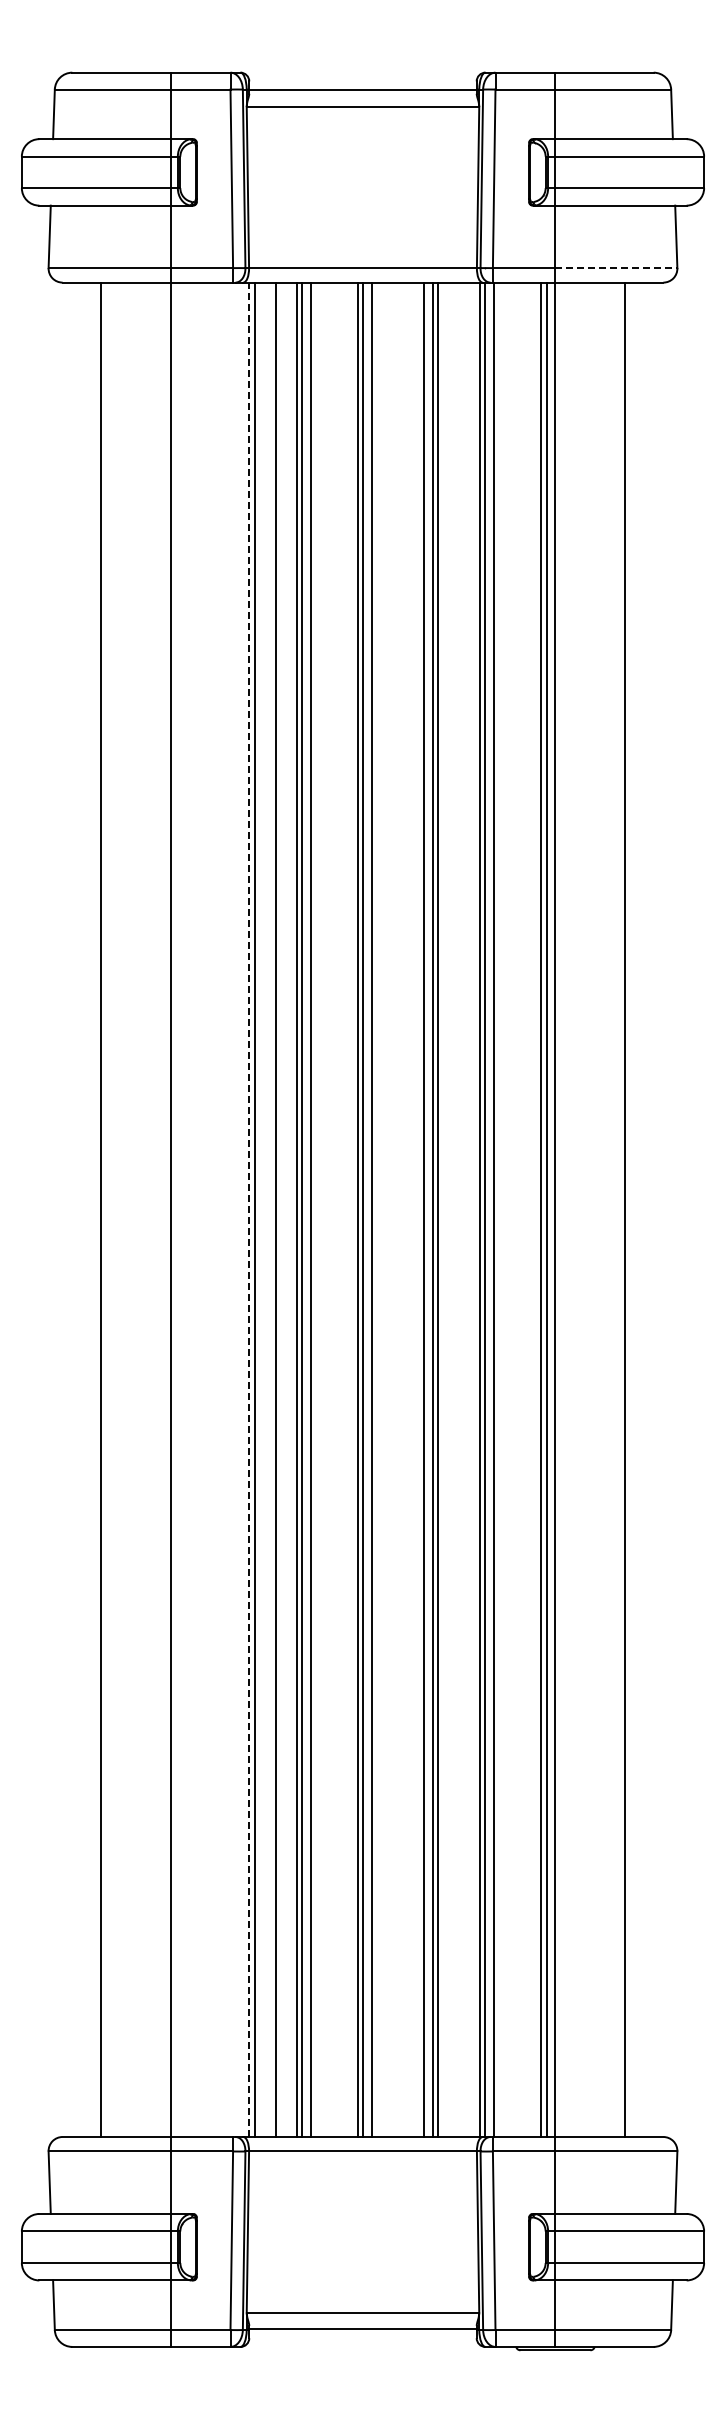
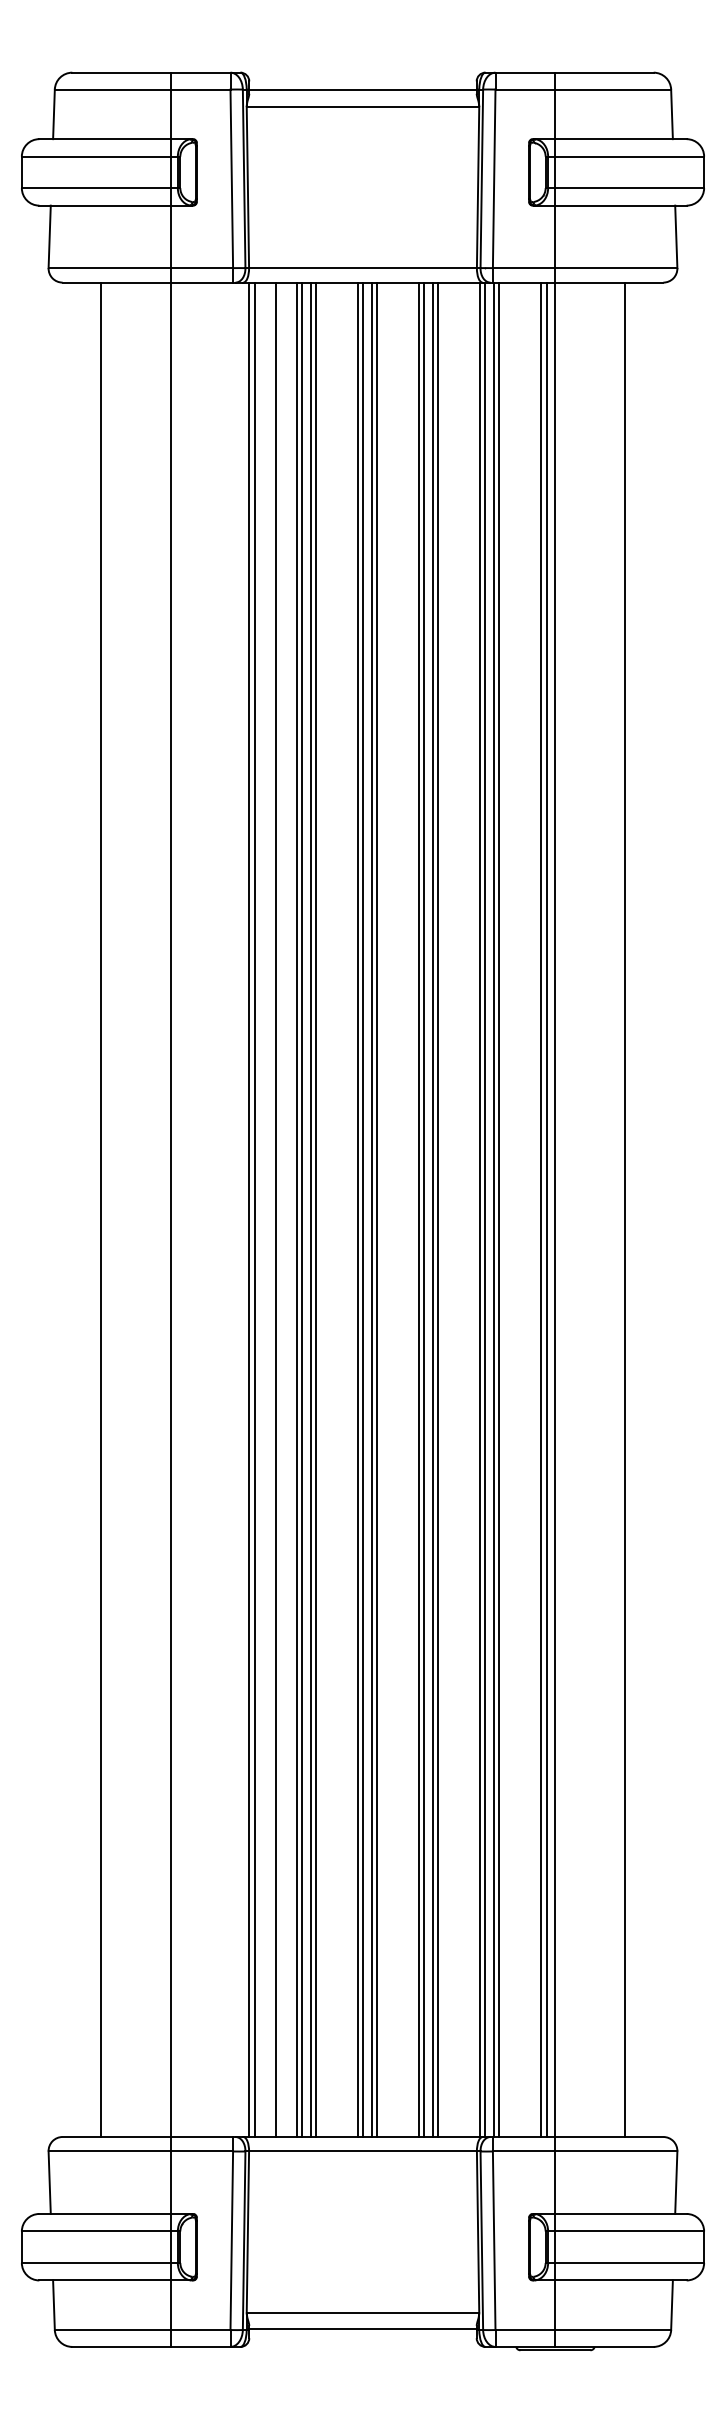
line at (616, 268): dashed -> solid
line at (249, 1209): dashed -> solid
line at (315, 1209): none -> present
line at (376, 1209): none -> present
line at (418, 1209): none -> present
line at (499, 1209): none -> present
